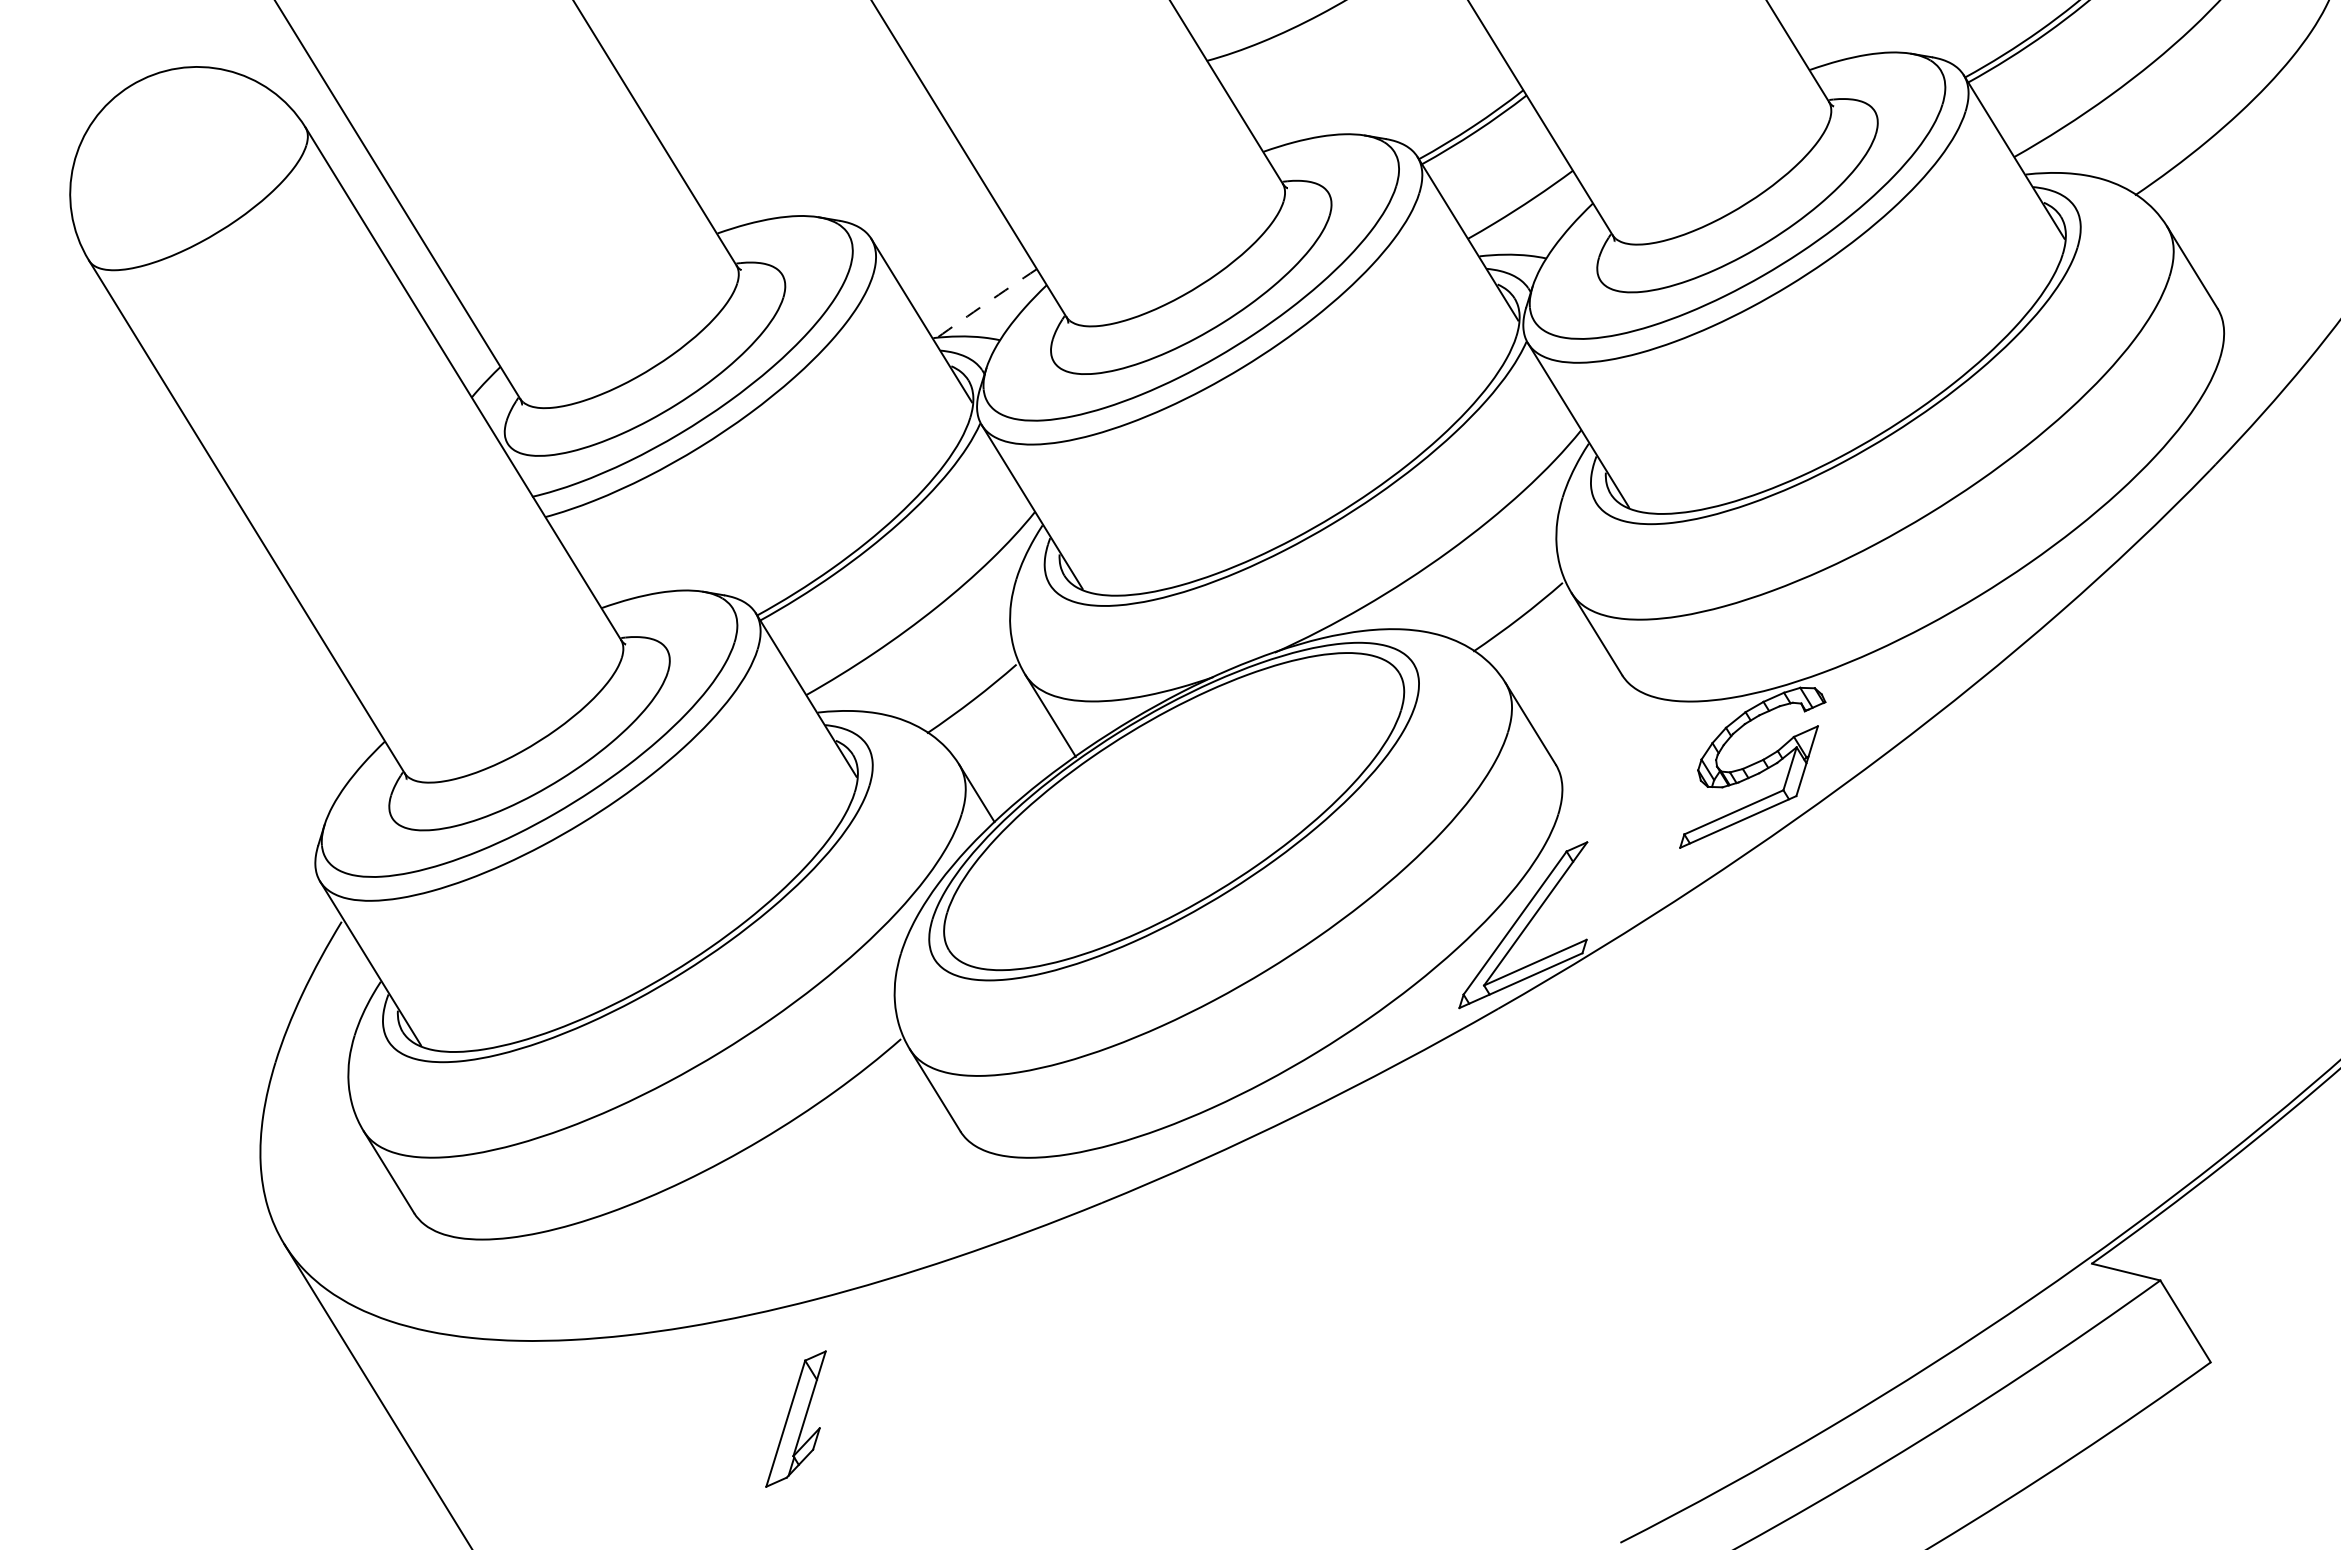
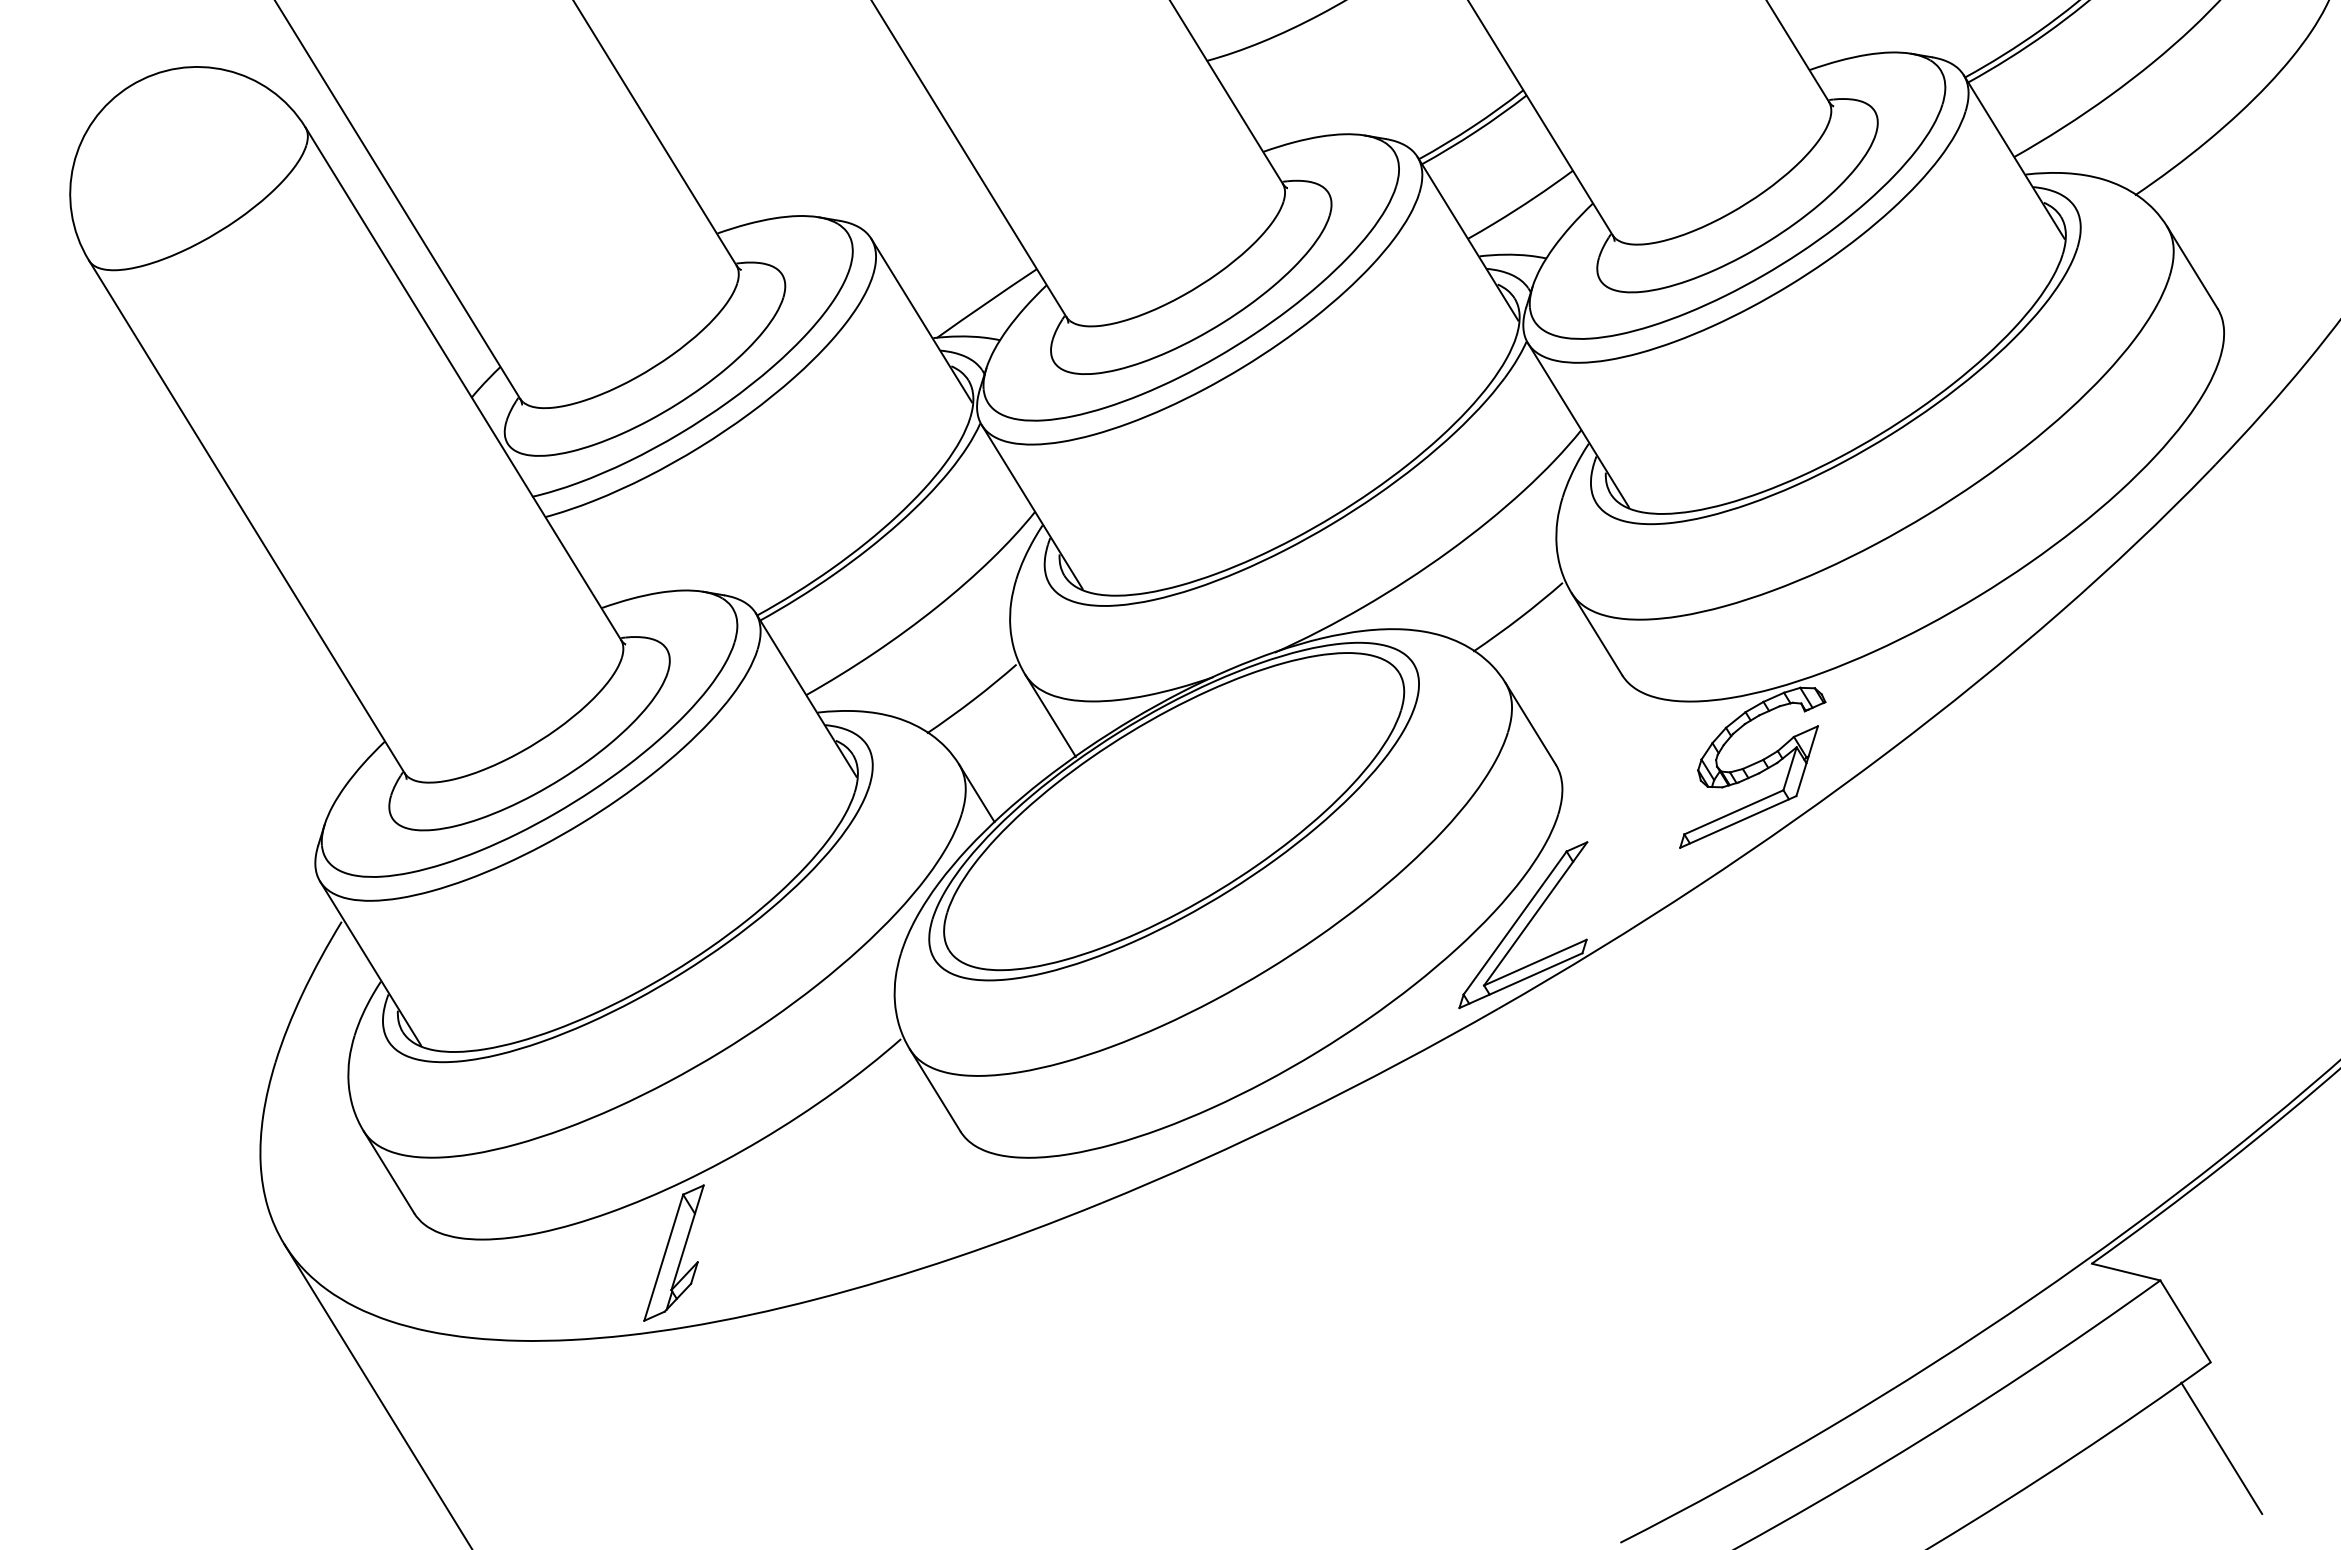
arc at (986, 303): dashed -> solid
part at (795, 1418) position: (795, 1418) -> (673, 1252)
line at (2221, 1448): none -> present
